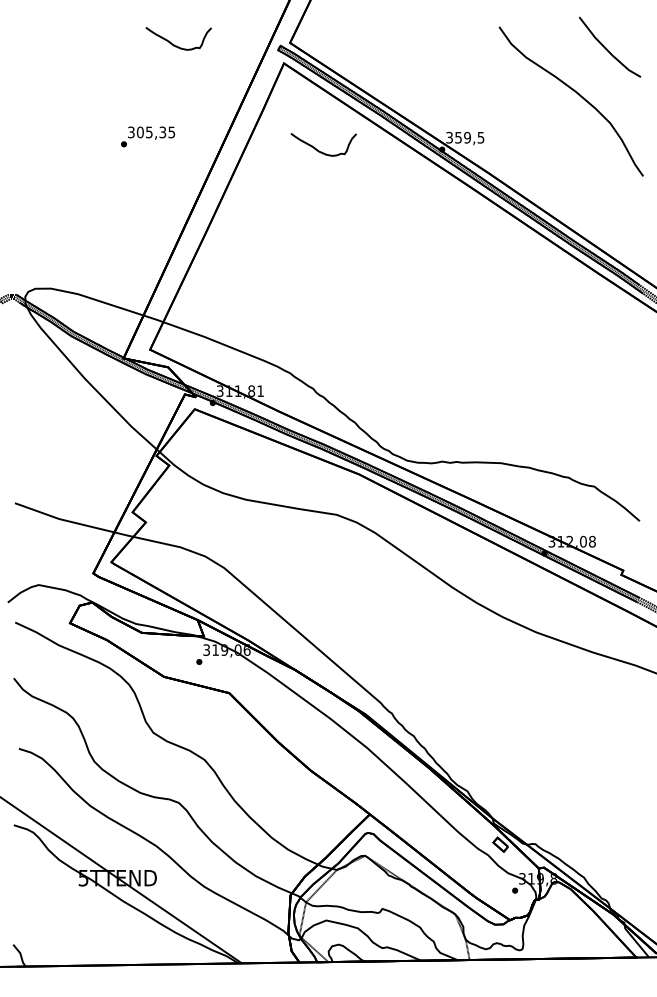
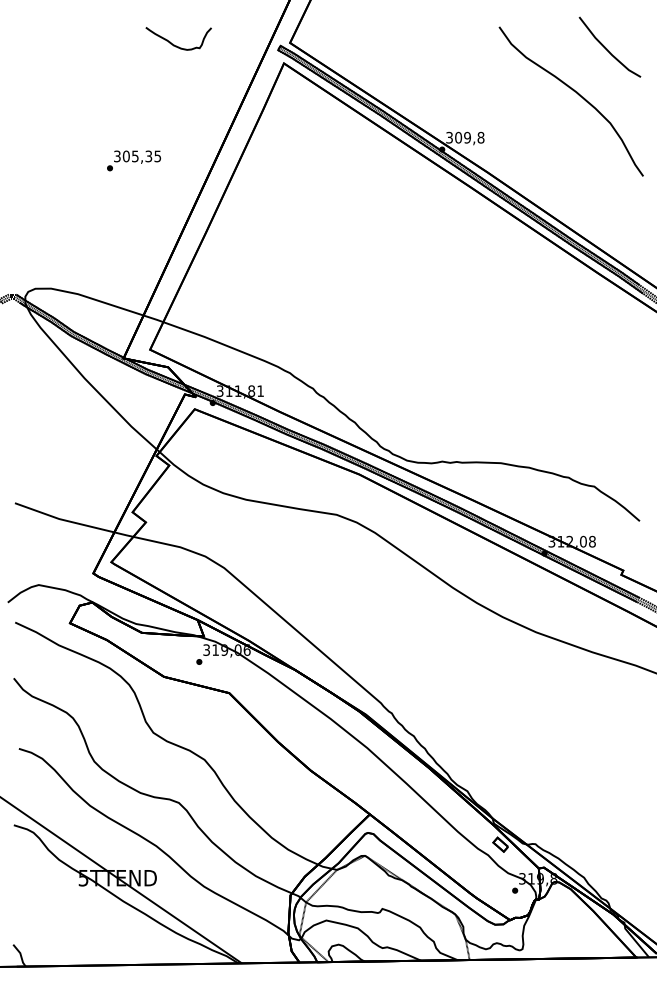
text at (148, 136) position: (148, 136) -> (134, 160)
text at (469, 137): 359,5 -> 309,8
curve at (319, 150): present -> none
